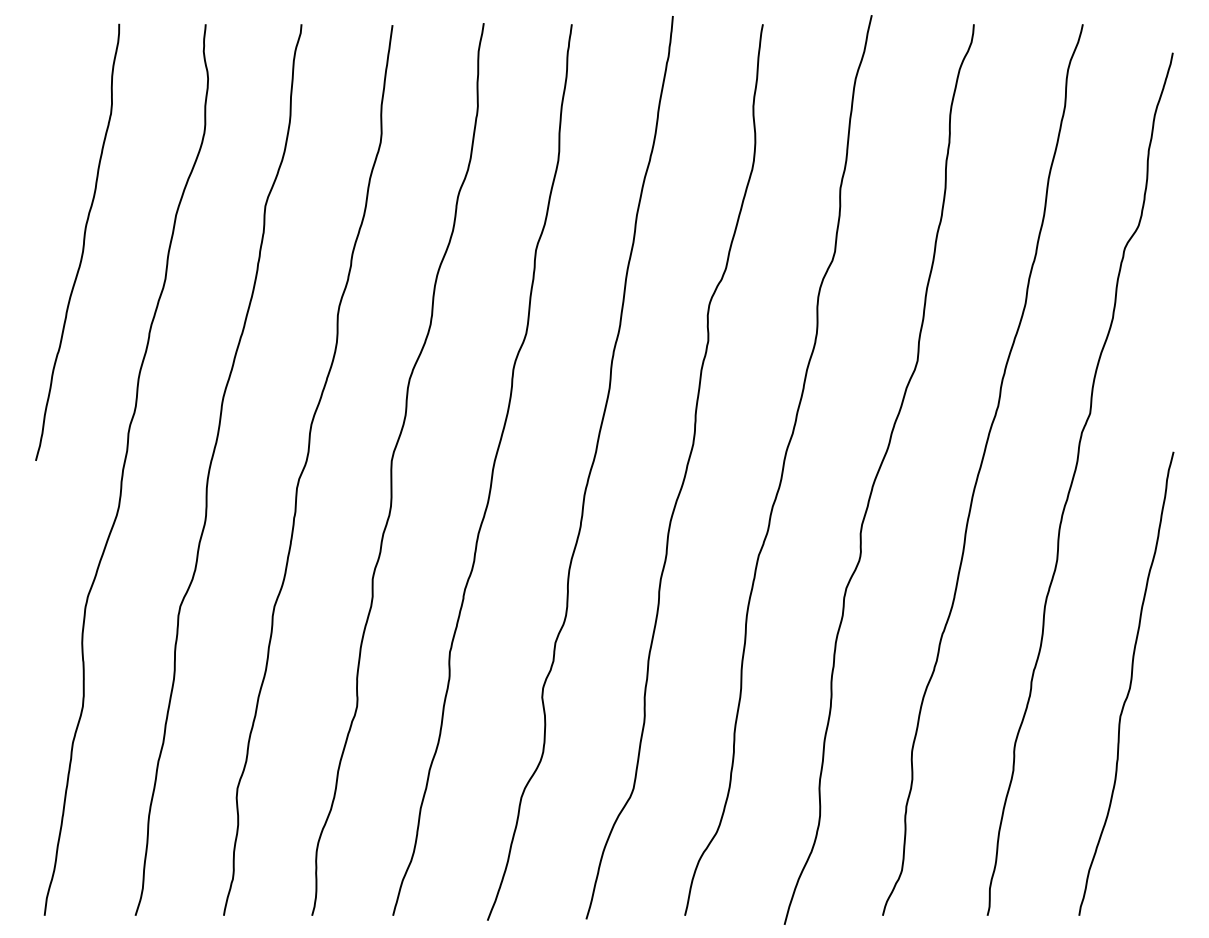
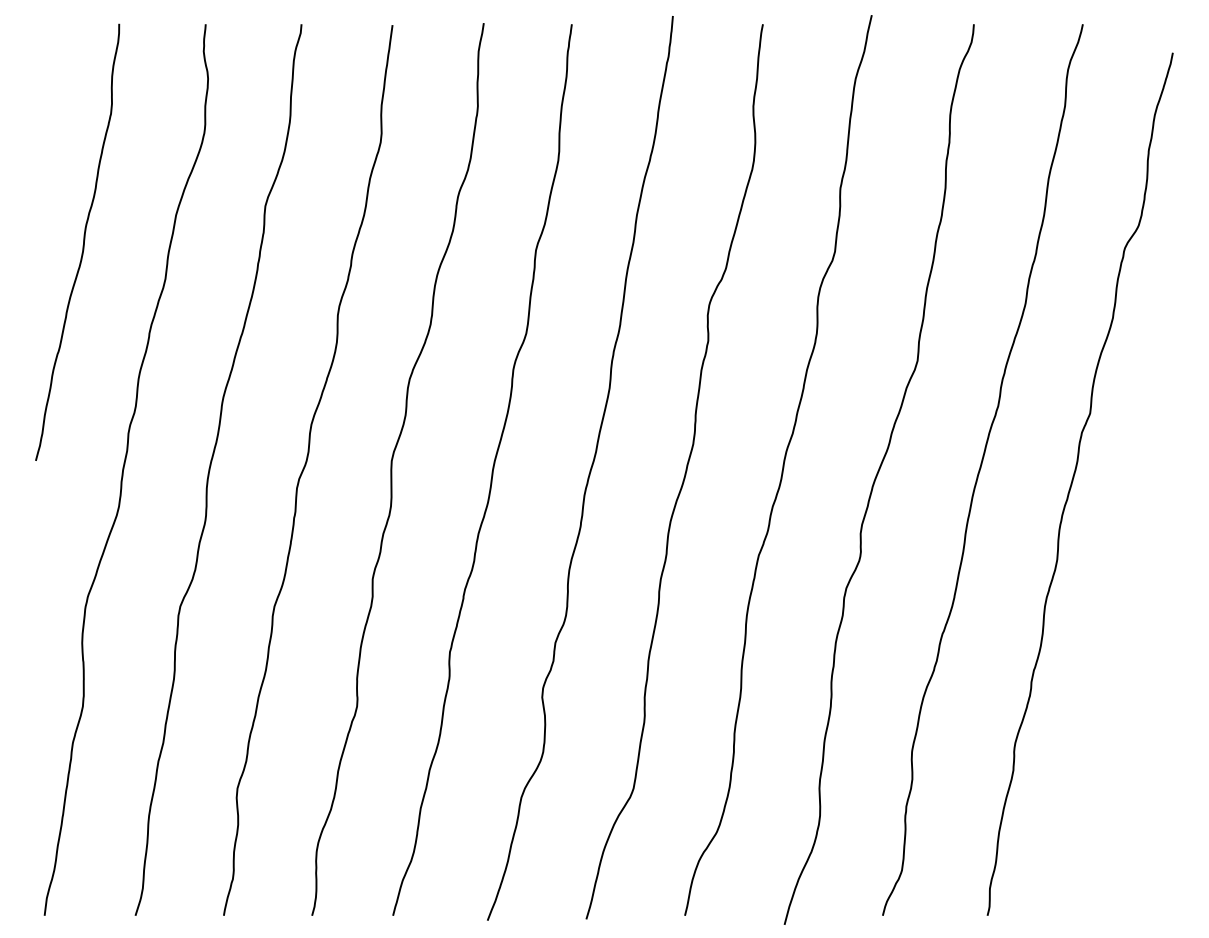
curve at (1129, 683): present -> none
